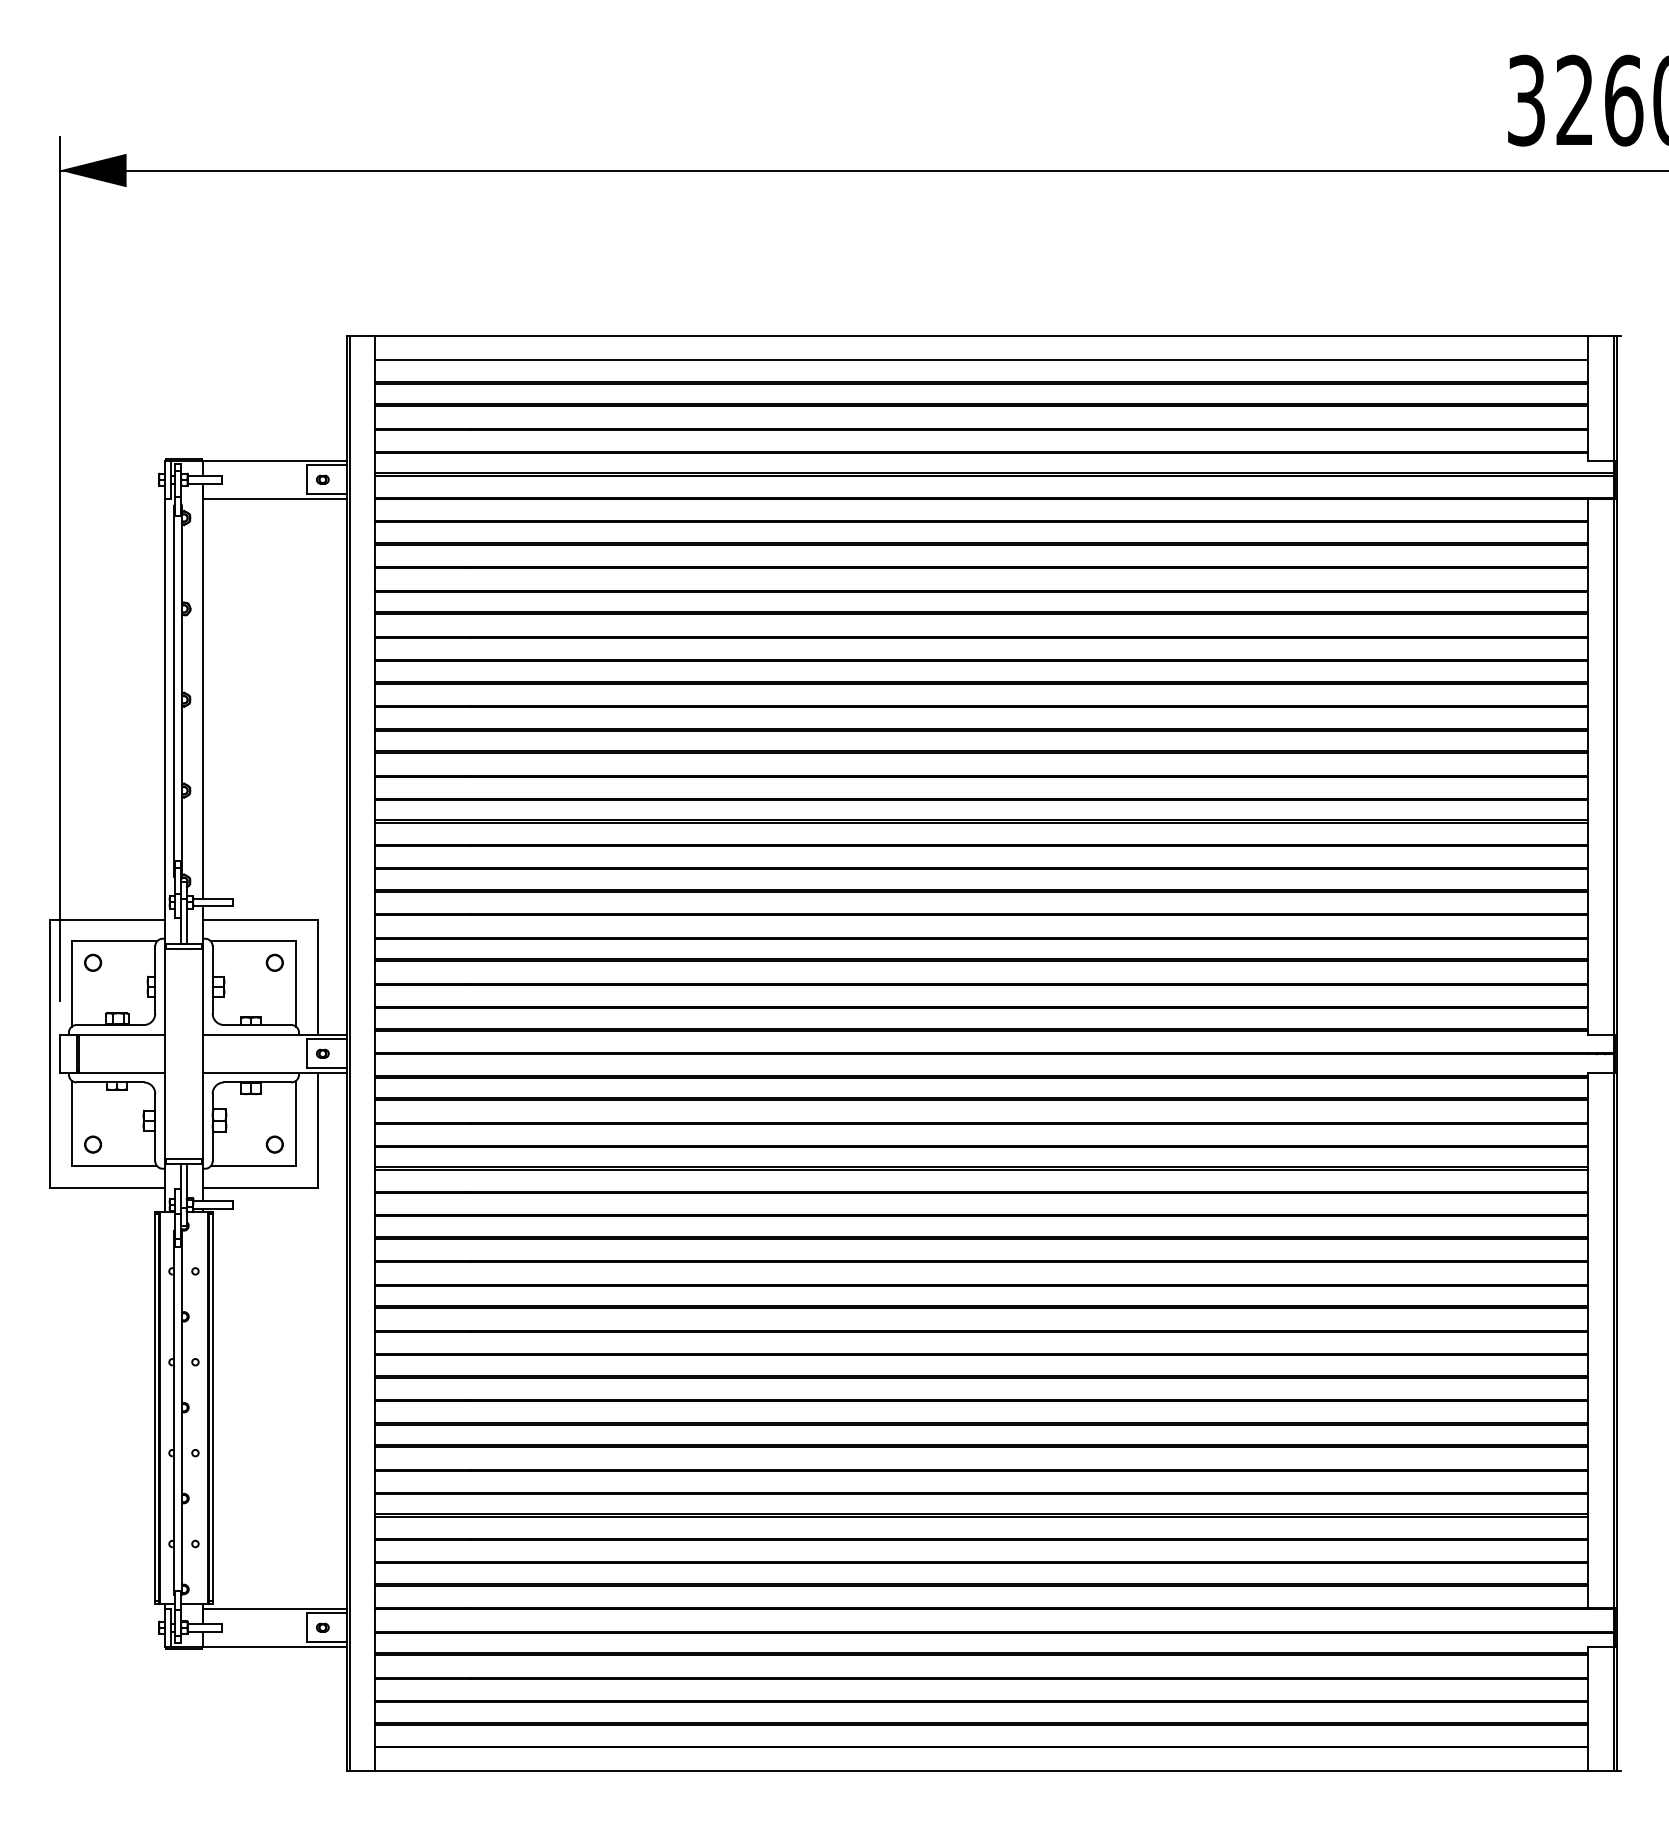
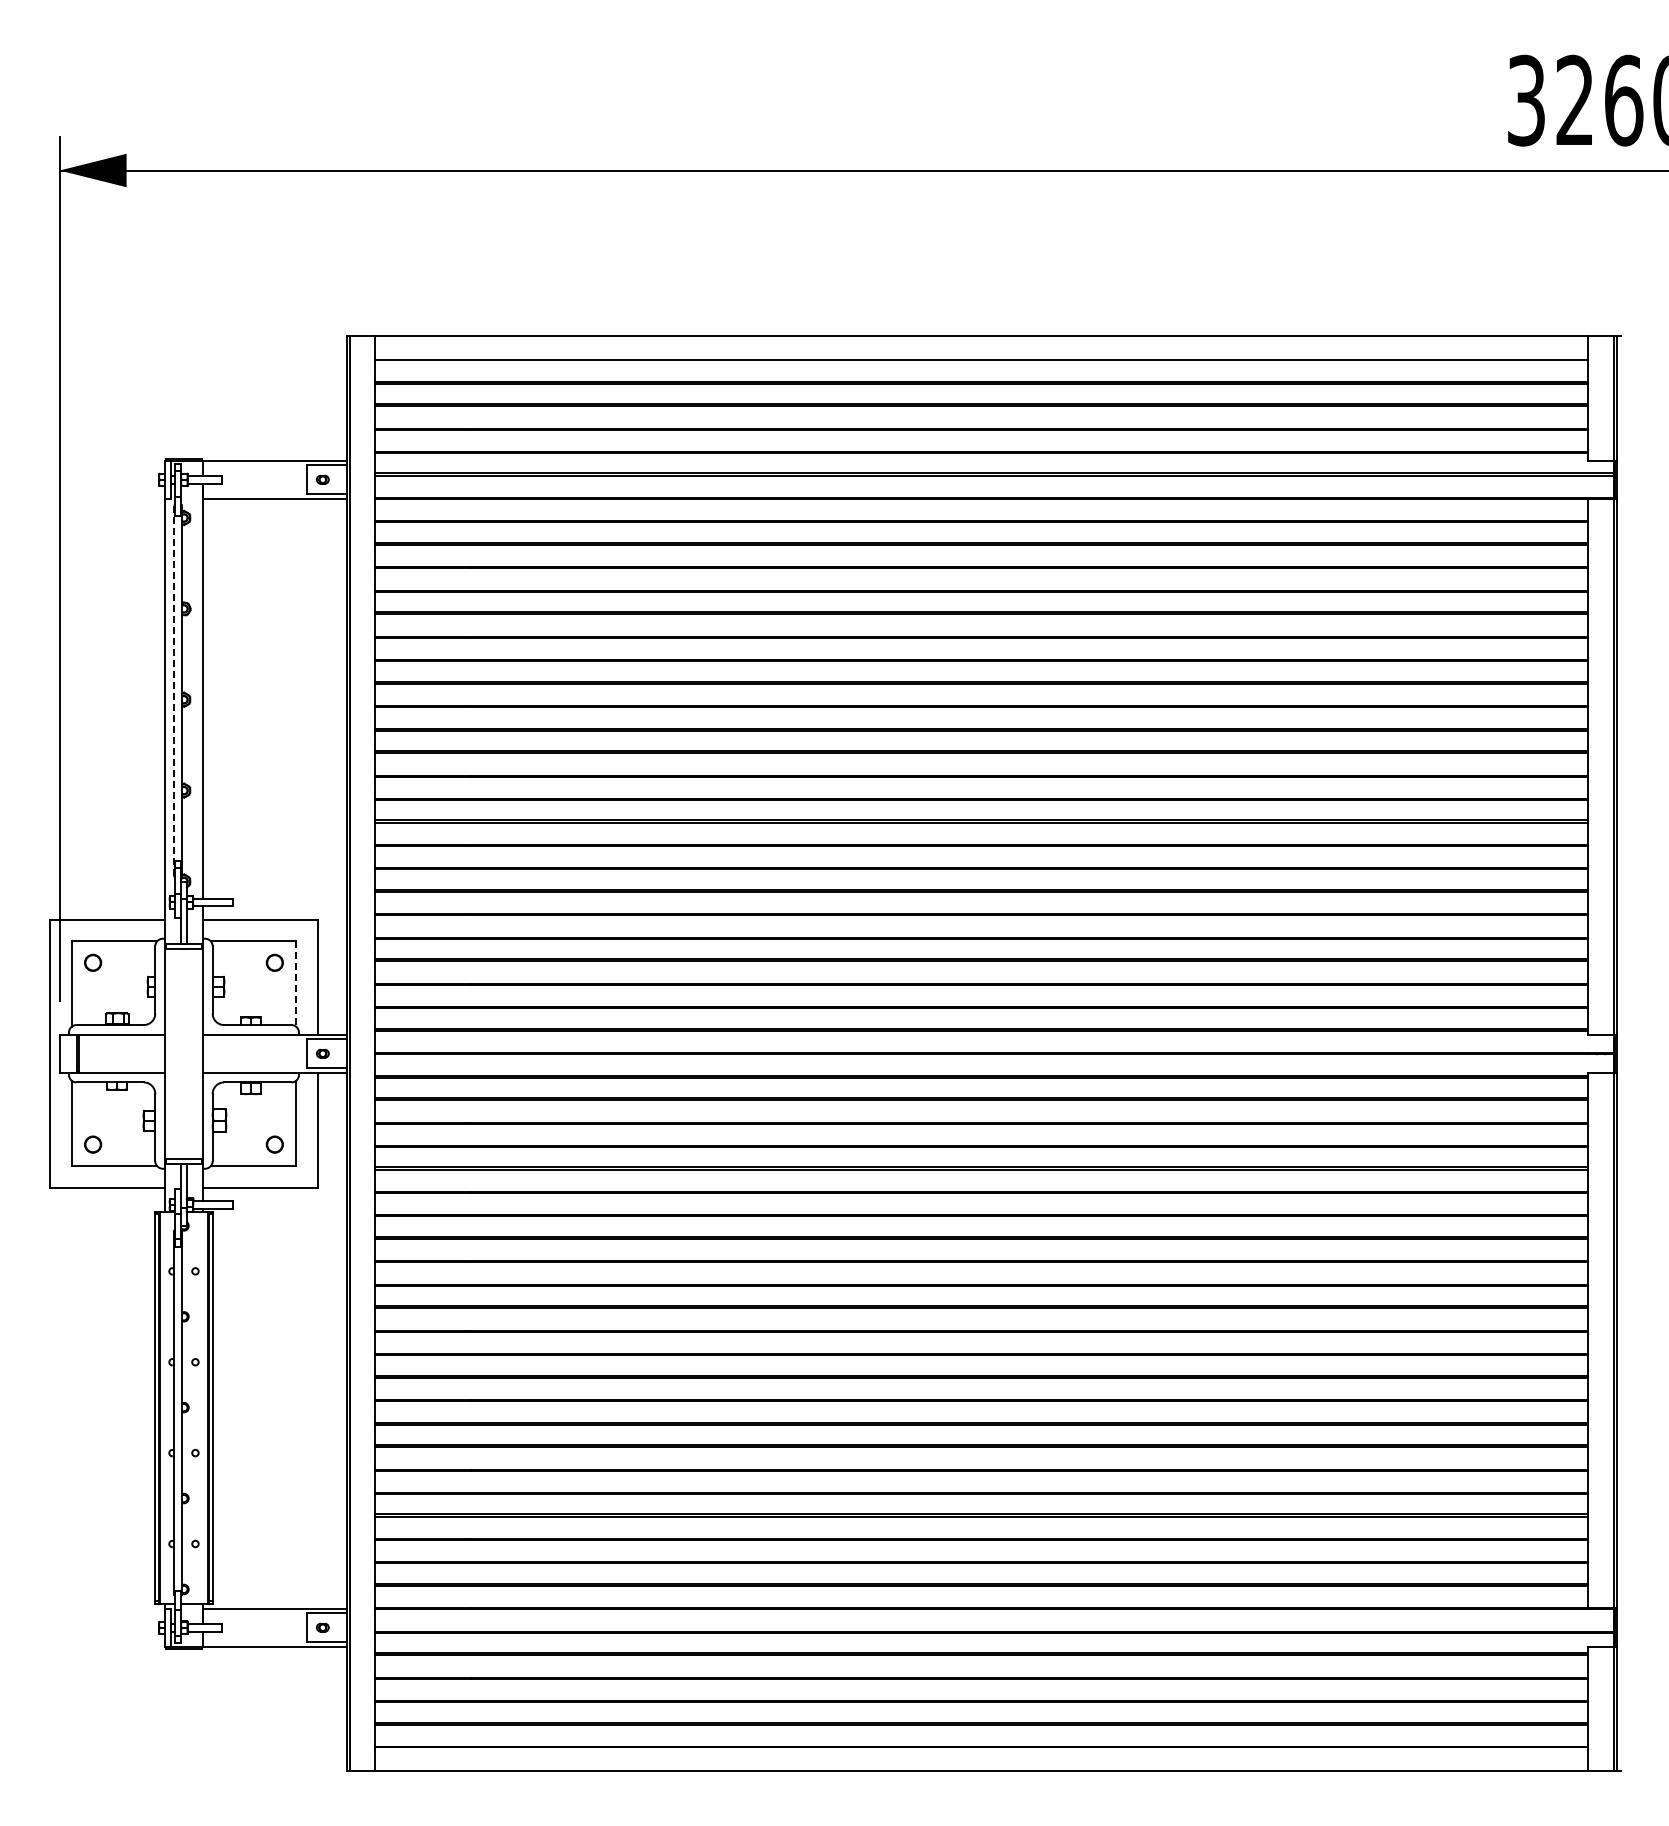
line at (174, 691): solid -> dashed
line at (296, 984): solid -> dashed
